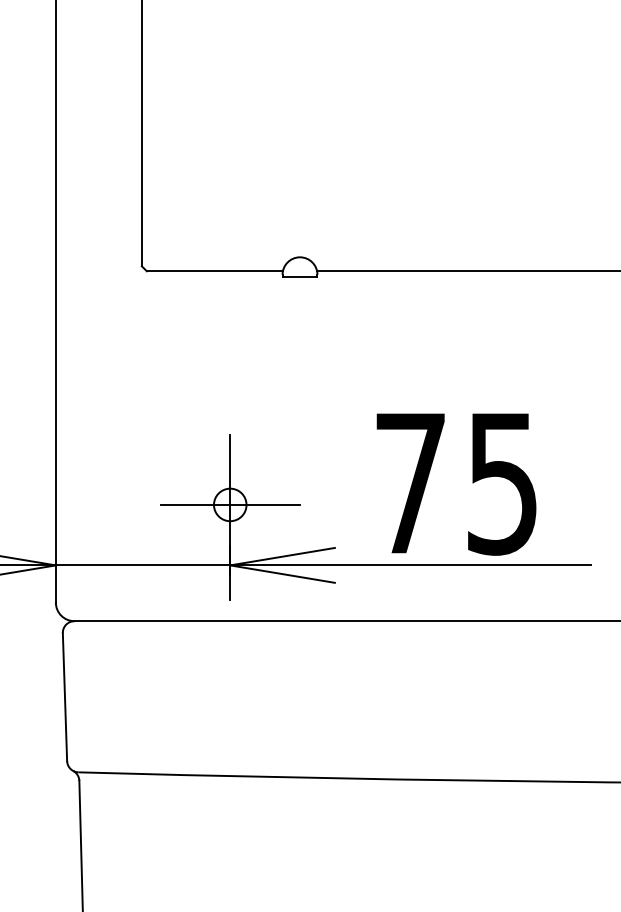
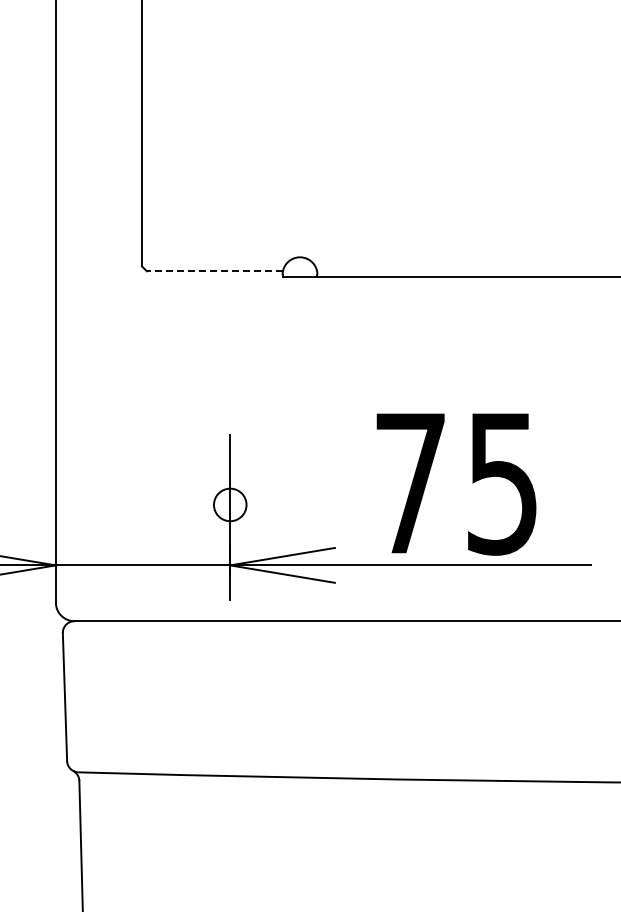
line at (214, 271): solid -> dashed
line at (467, 271) position: (467, 271) -> (467, 277)
line at (230, 504): present -> none
